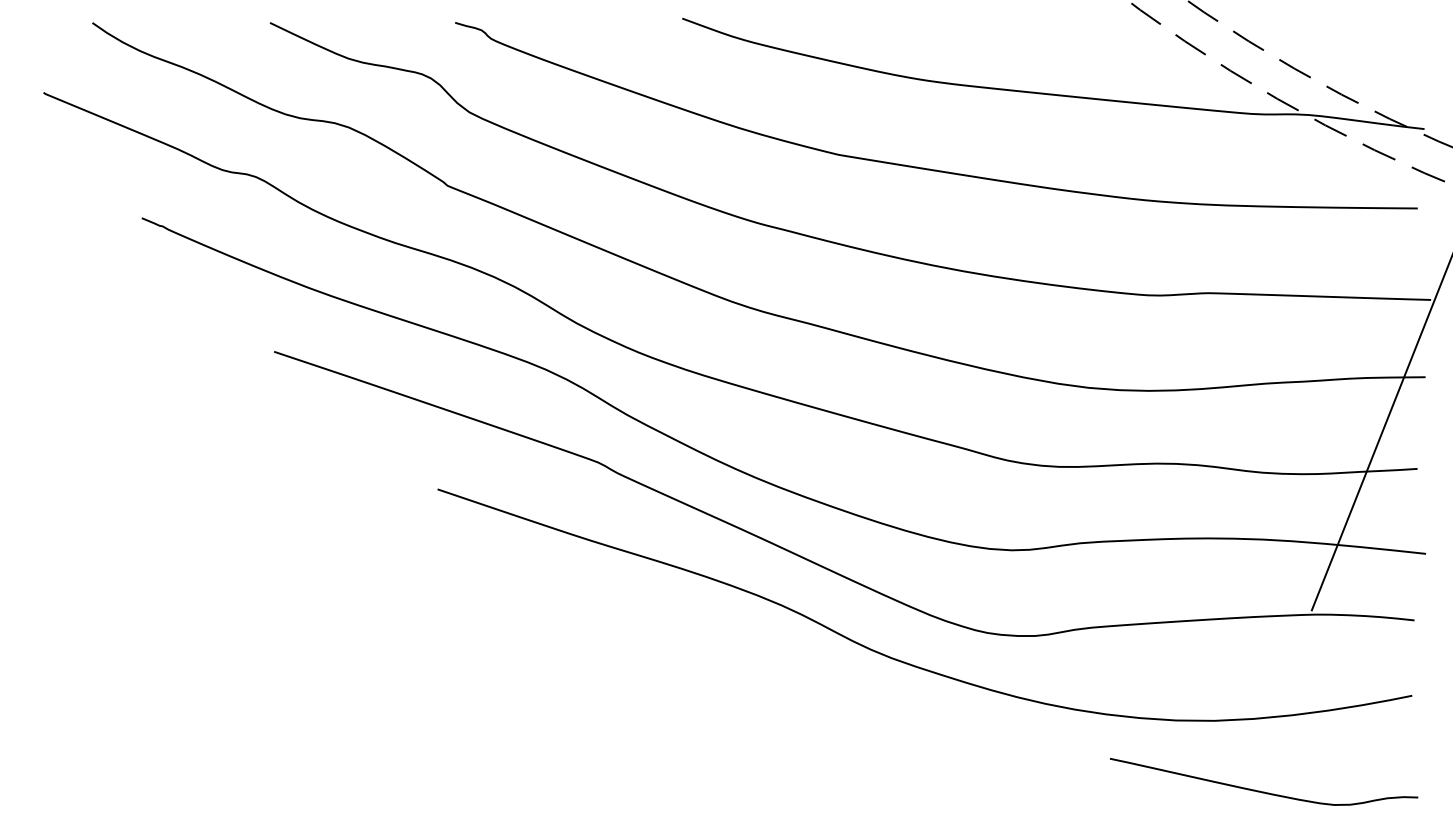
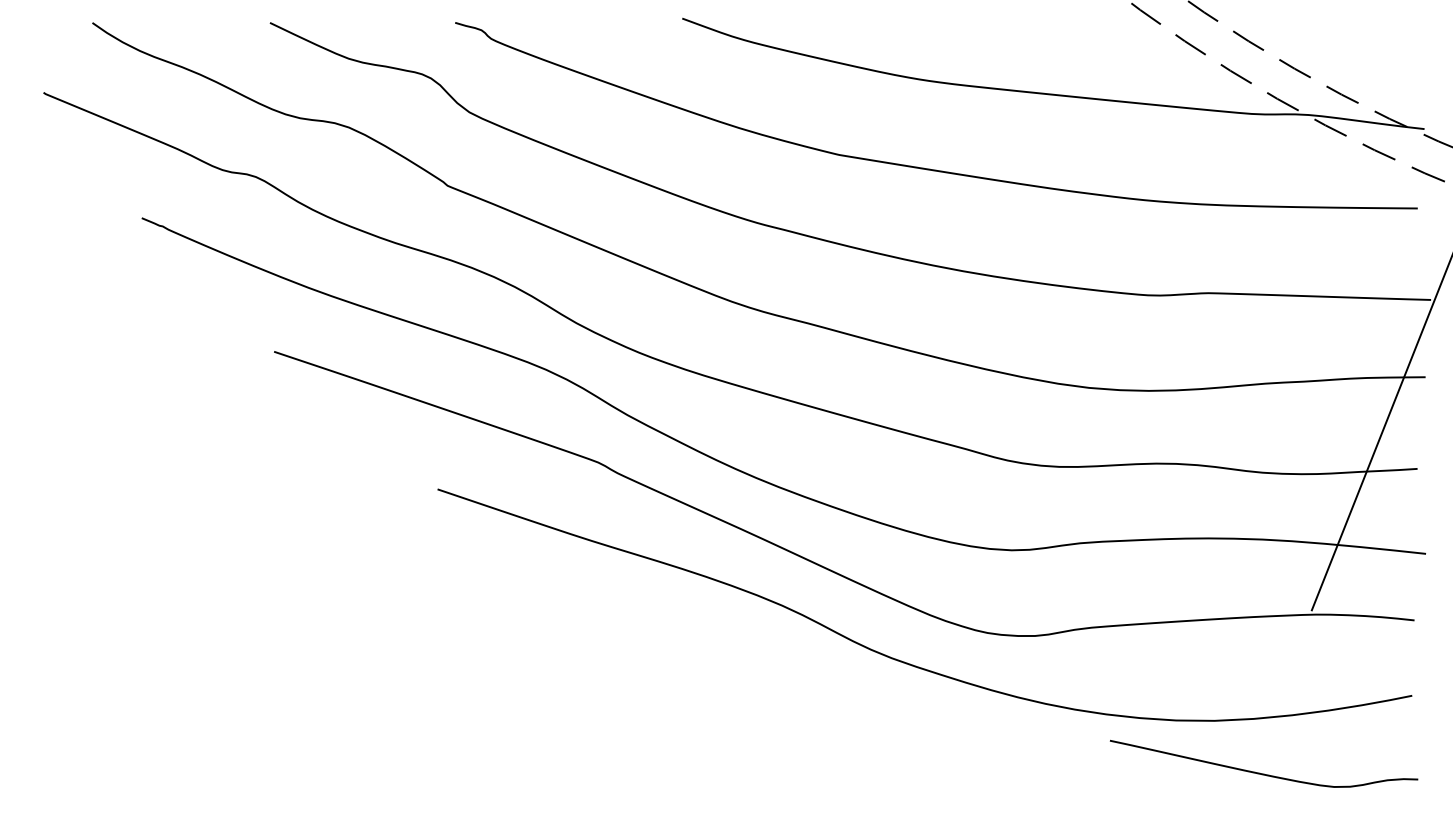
curve at (1259, 790) position: (1259, 790) -> (1259, 772)
